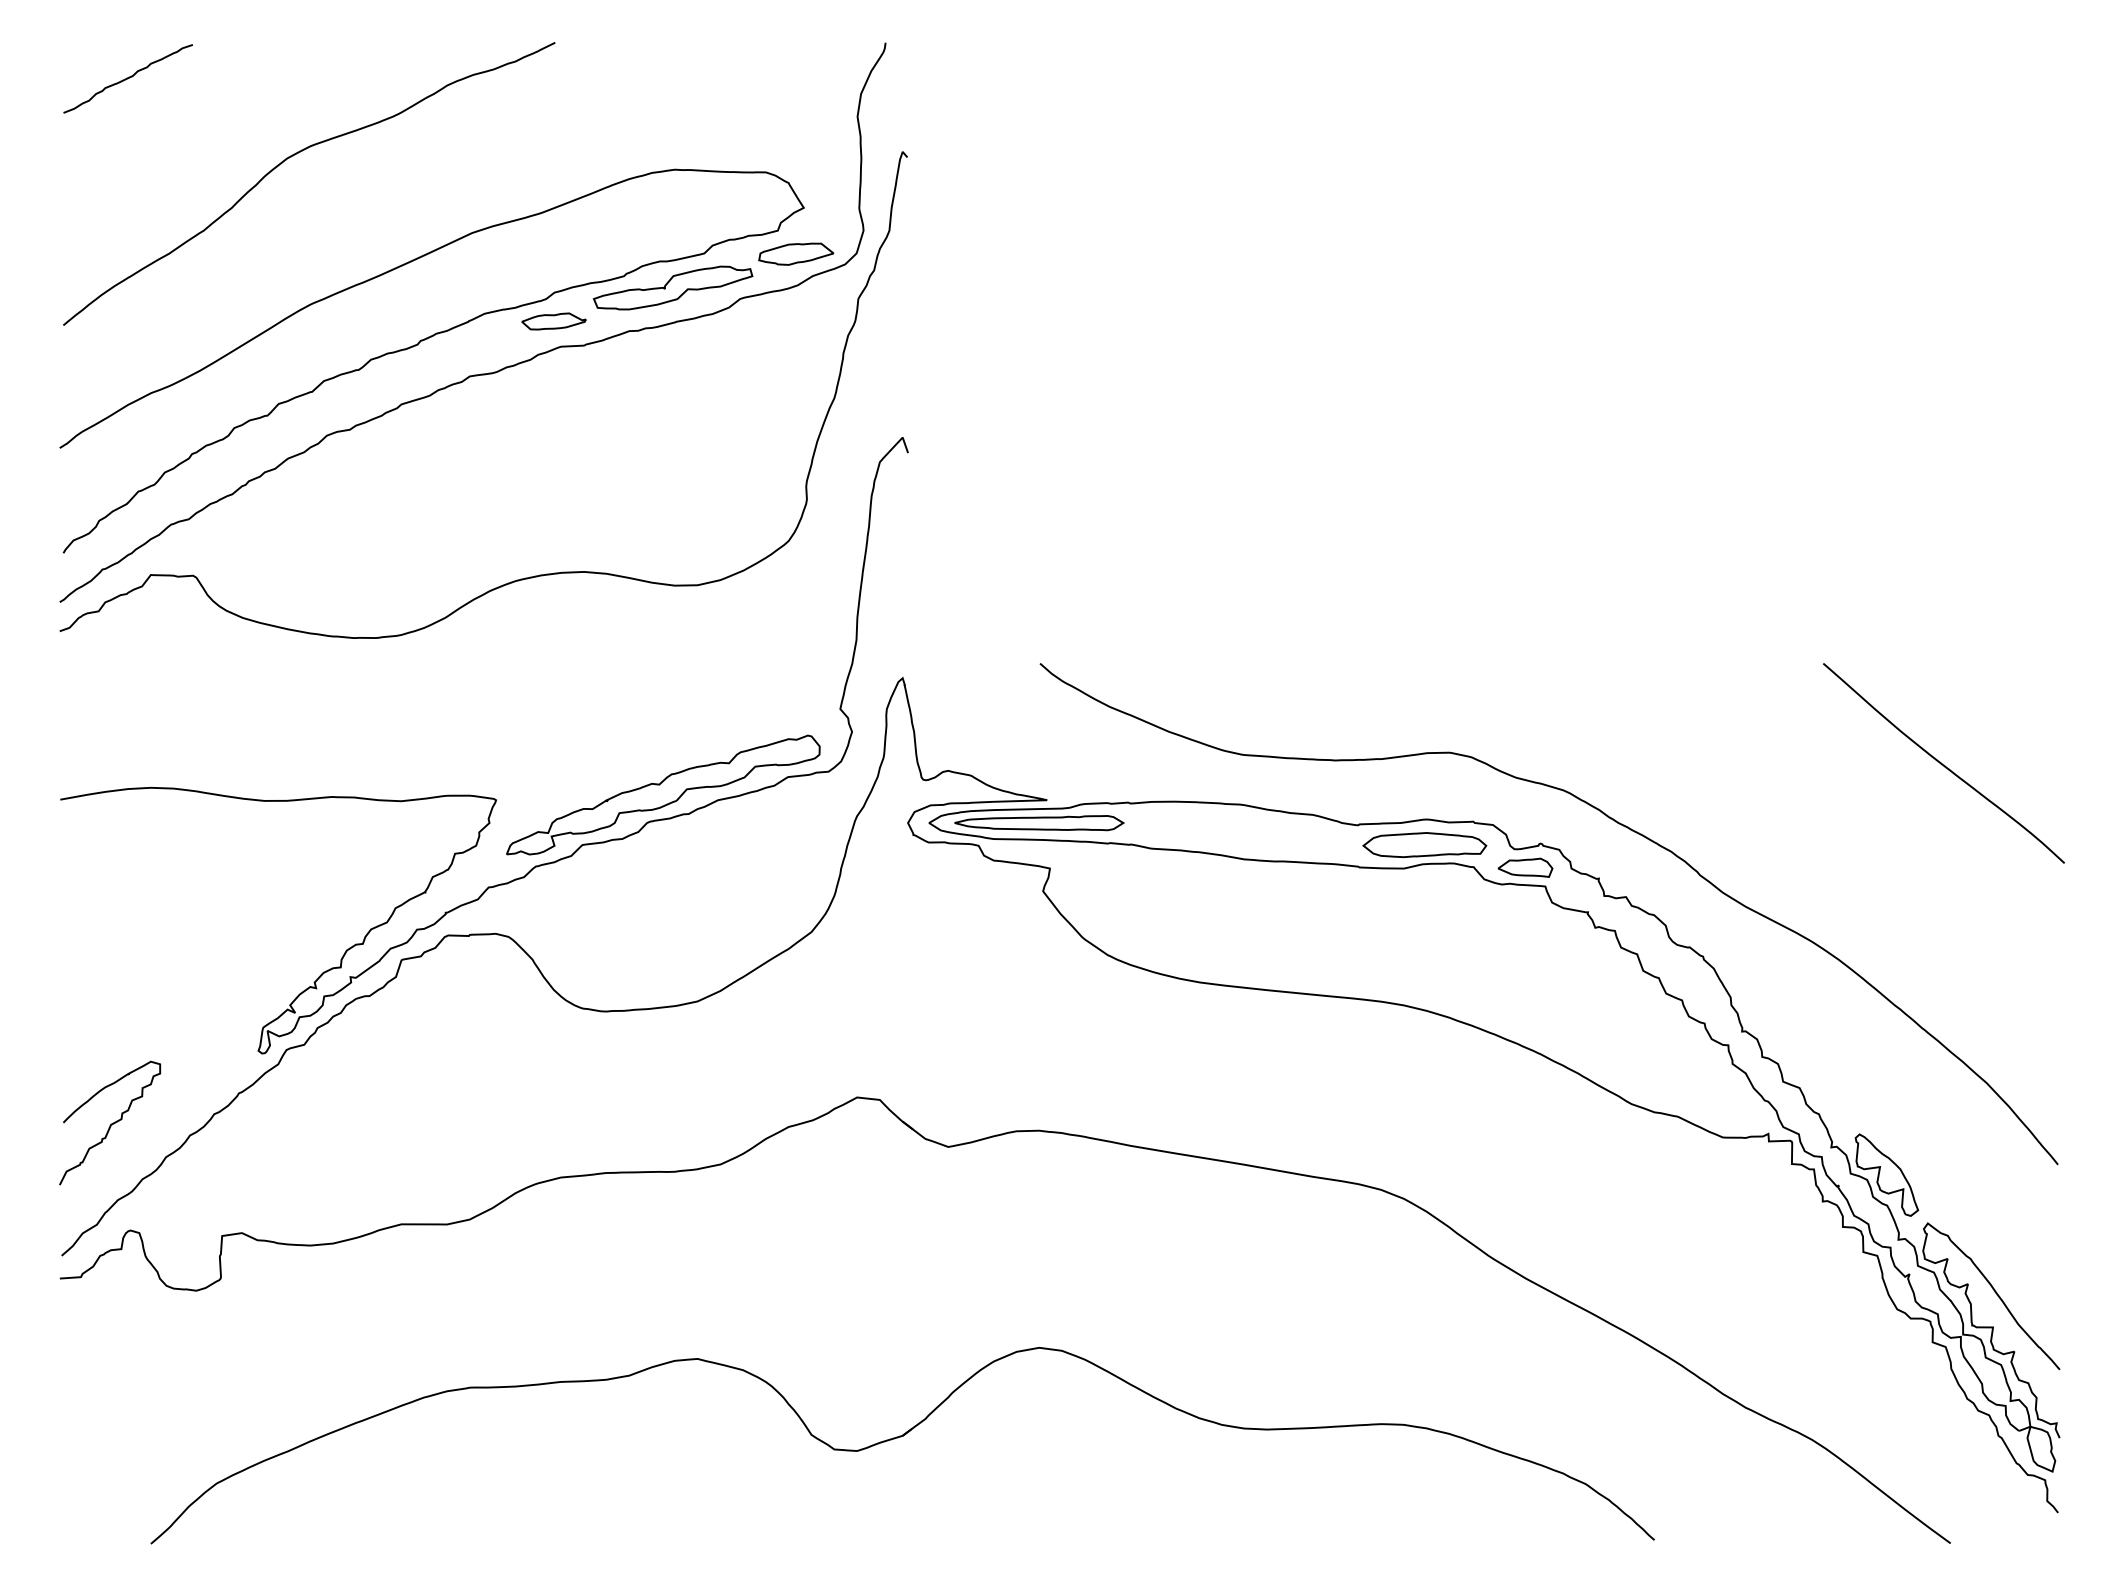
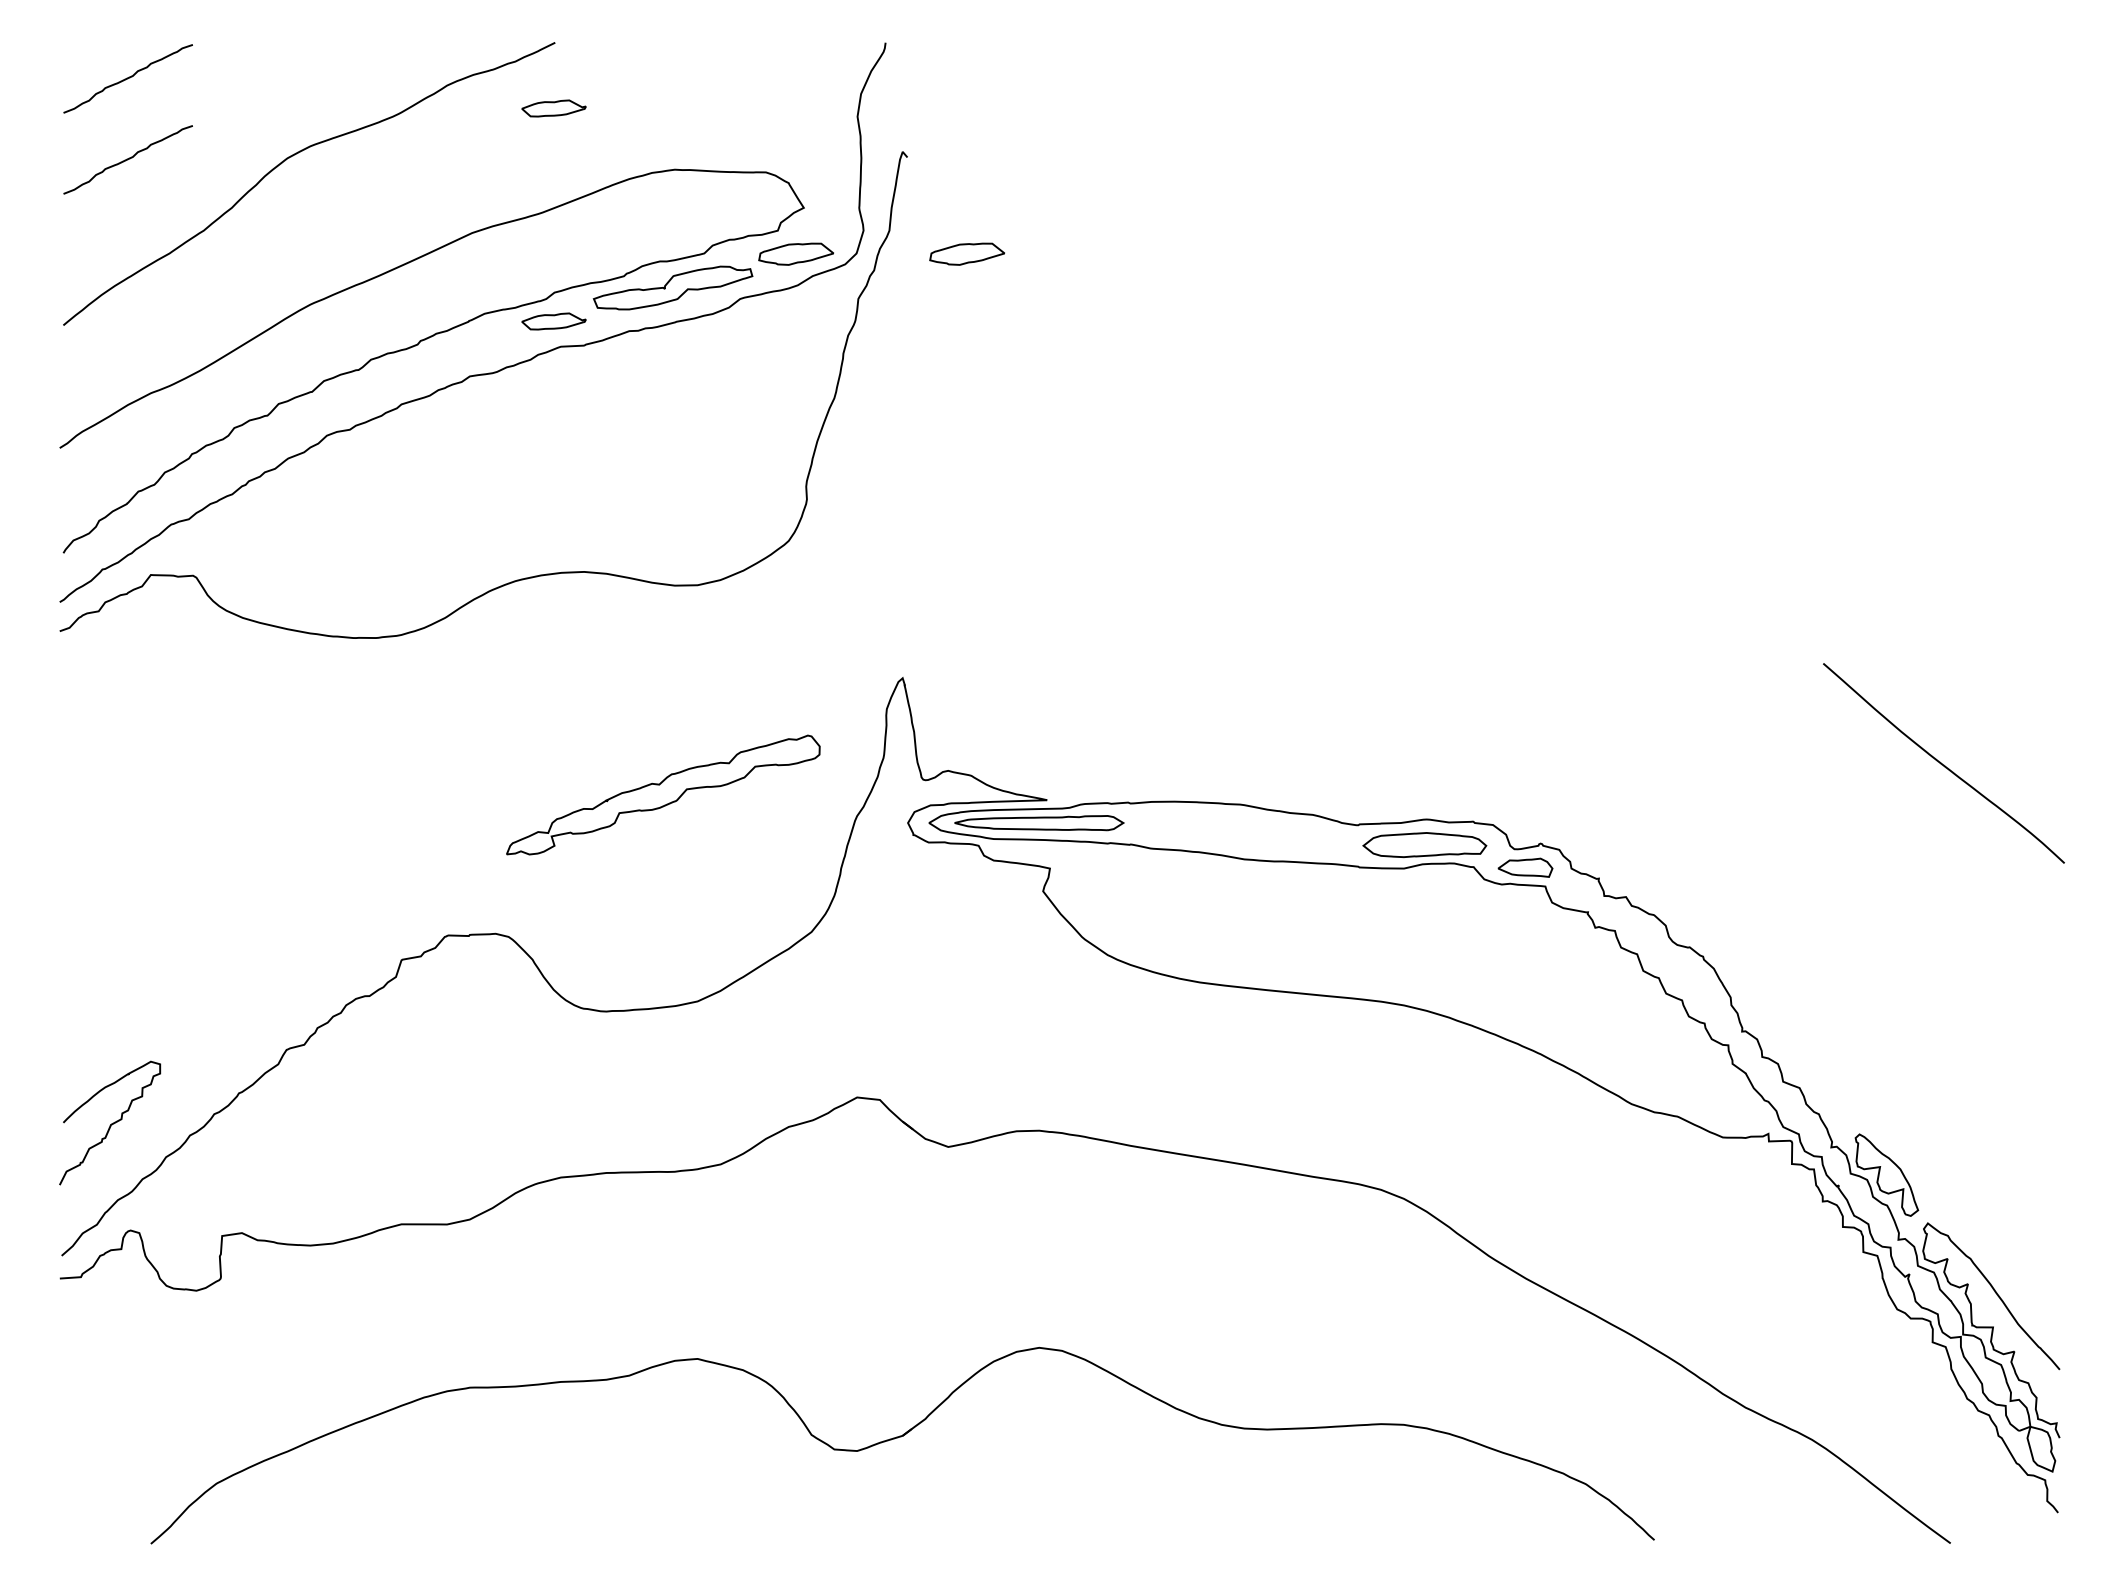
part at (553, 108): none -> present
curve at (127, 159): none -> present
part at (966, 253): none -> present
curve at (478, 795): present -> none
curve at (1610, 819): present -> none
